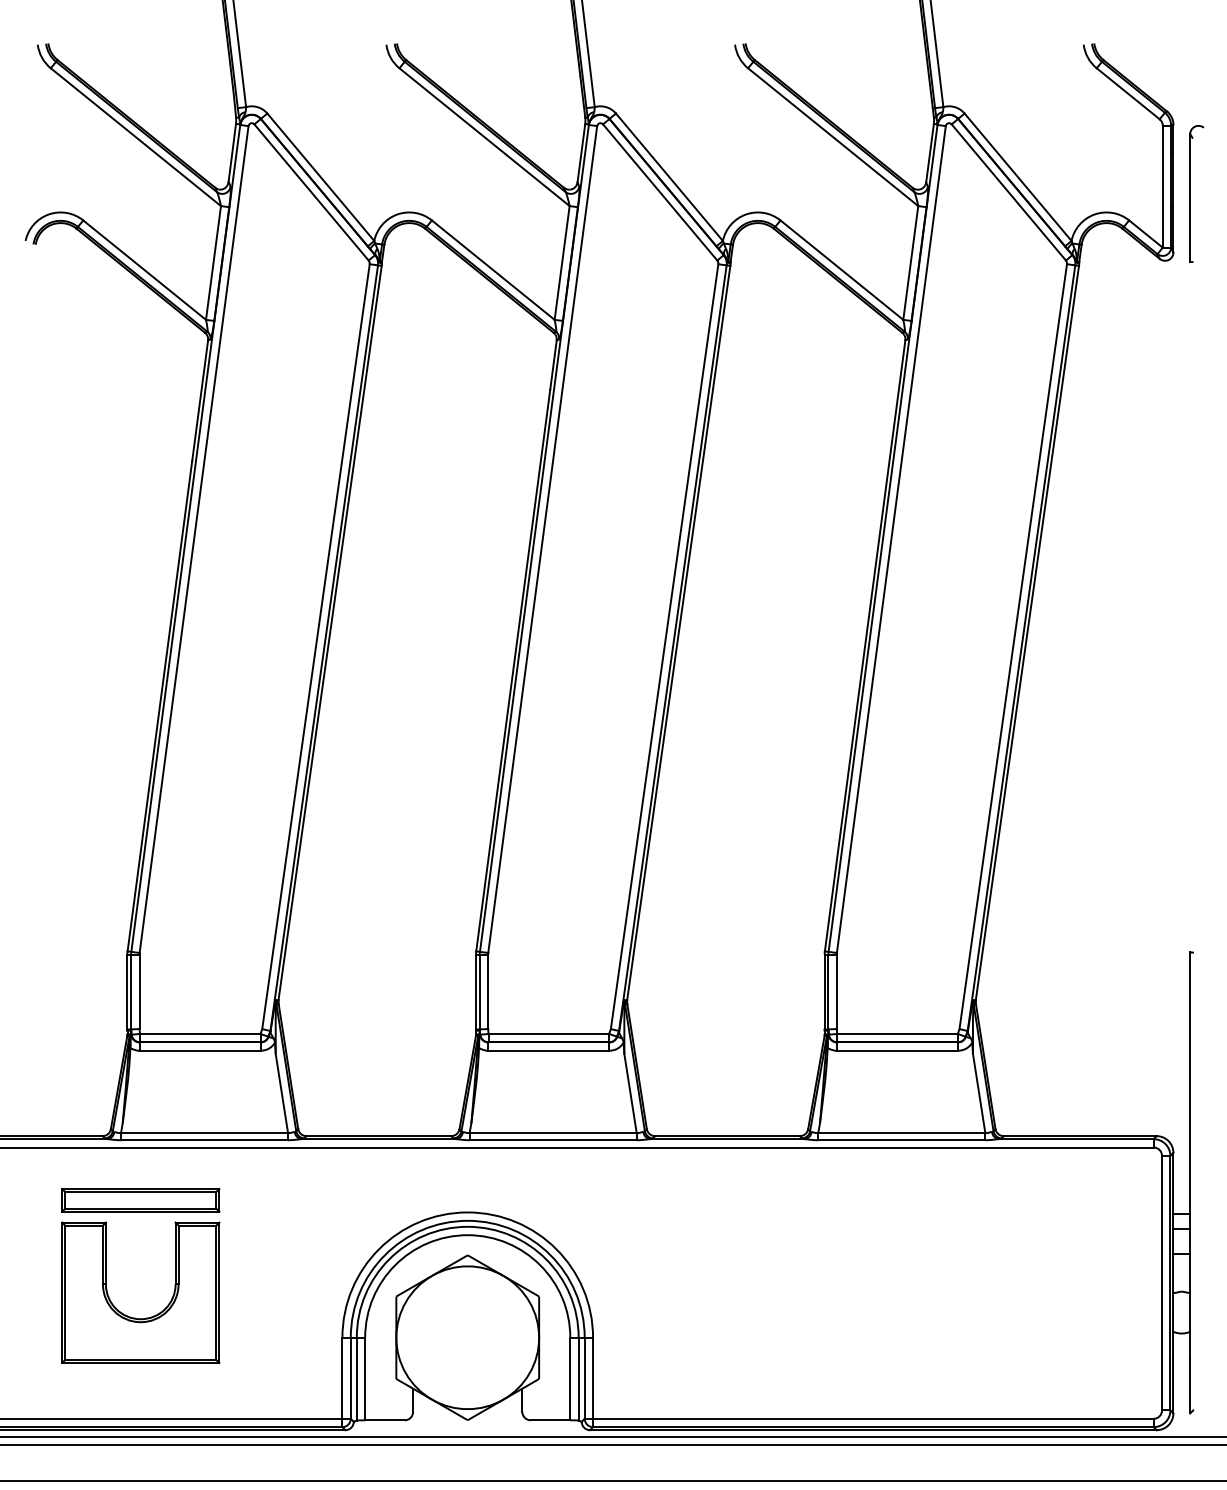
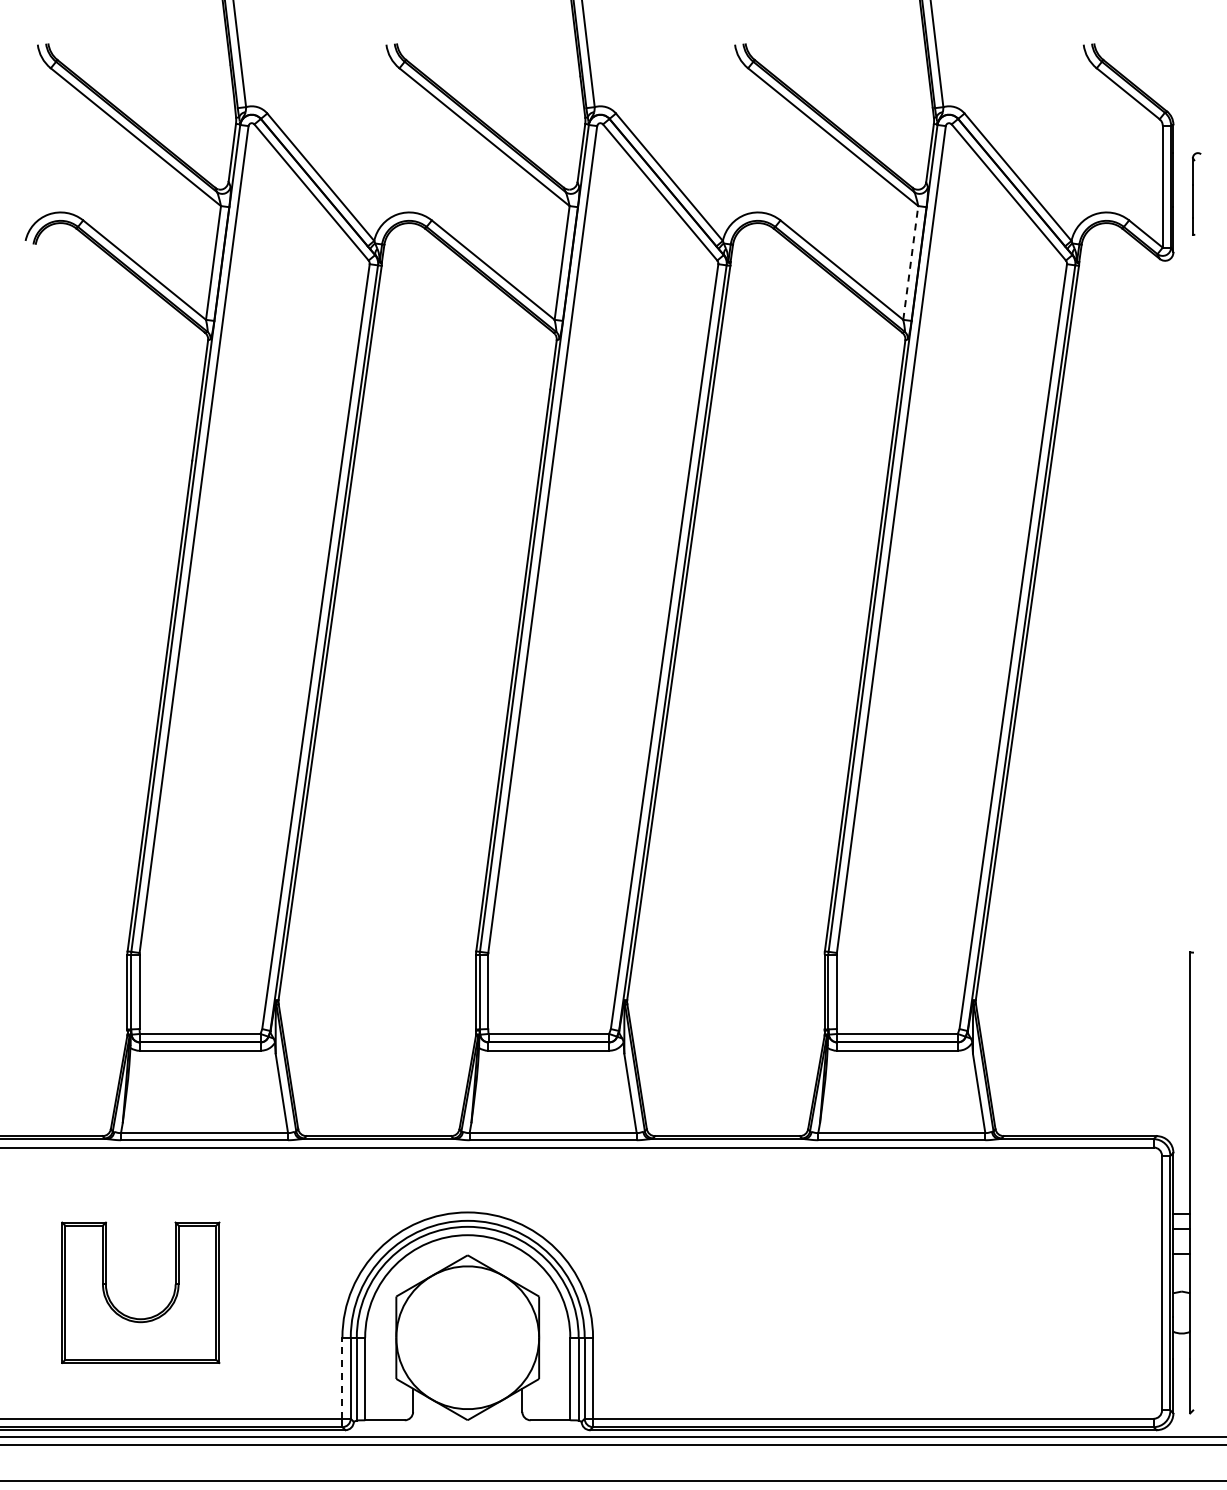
part at (1196, 193) size: 16x138 px -> 10x84 px
line at (910, 262): solid -> dashed
part at (140, 1200): present -> none
line at (342, 1378): solid -> dashed
